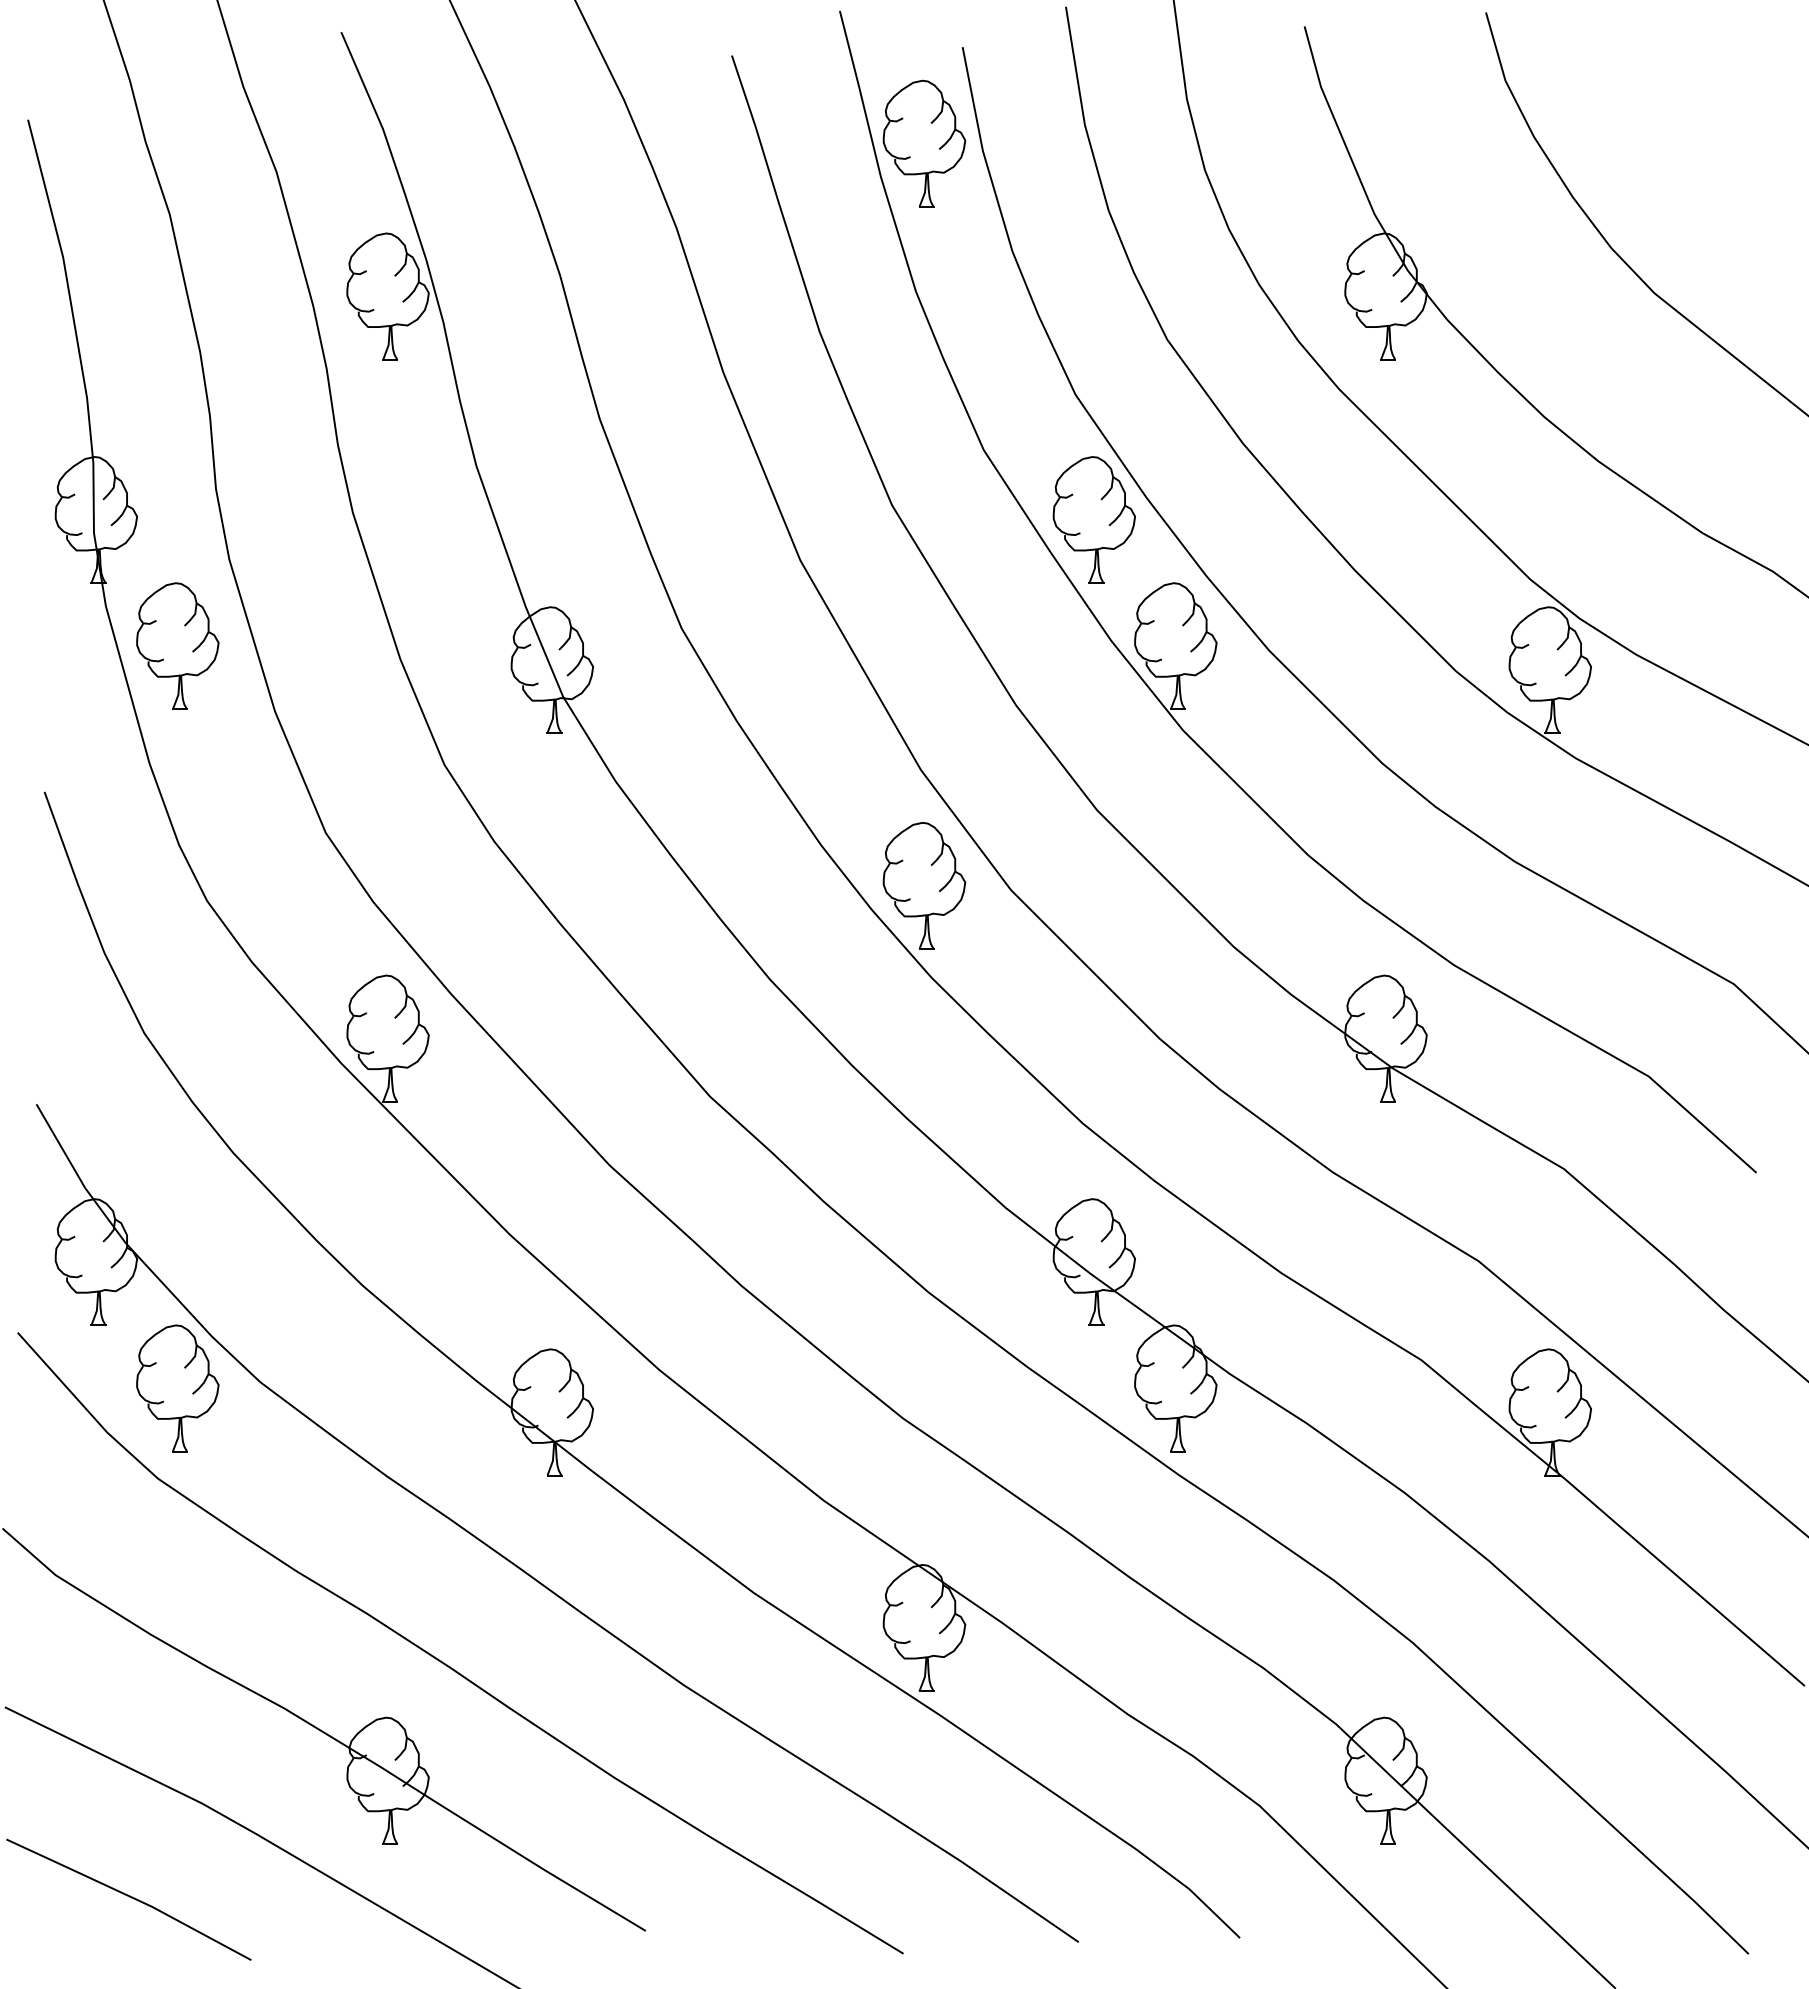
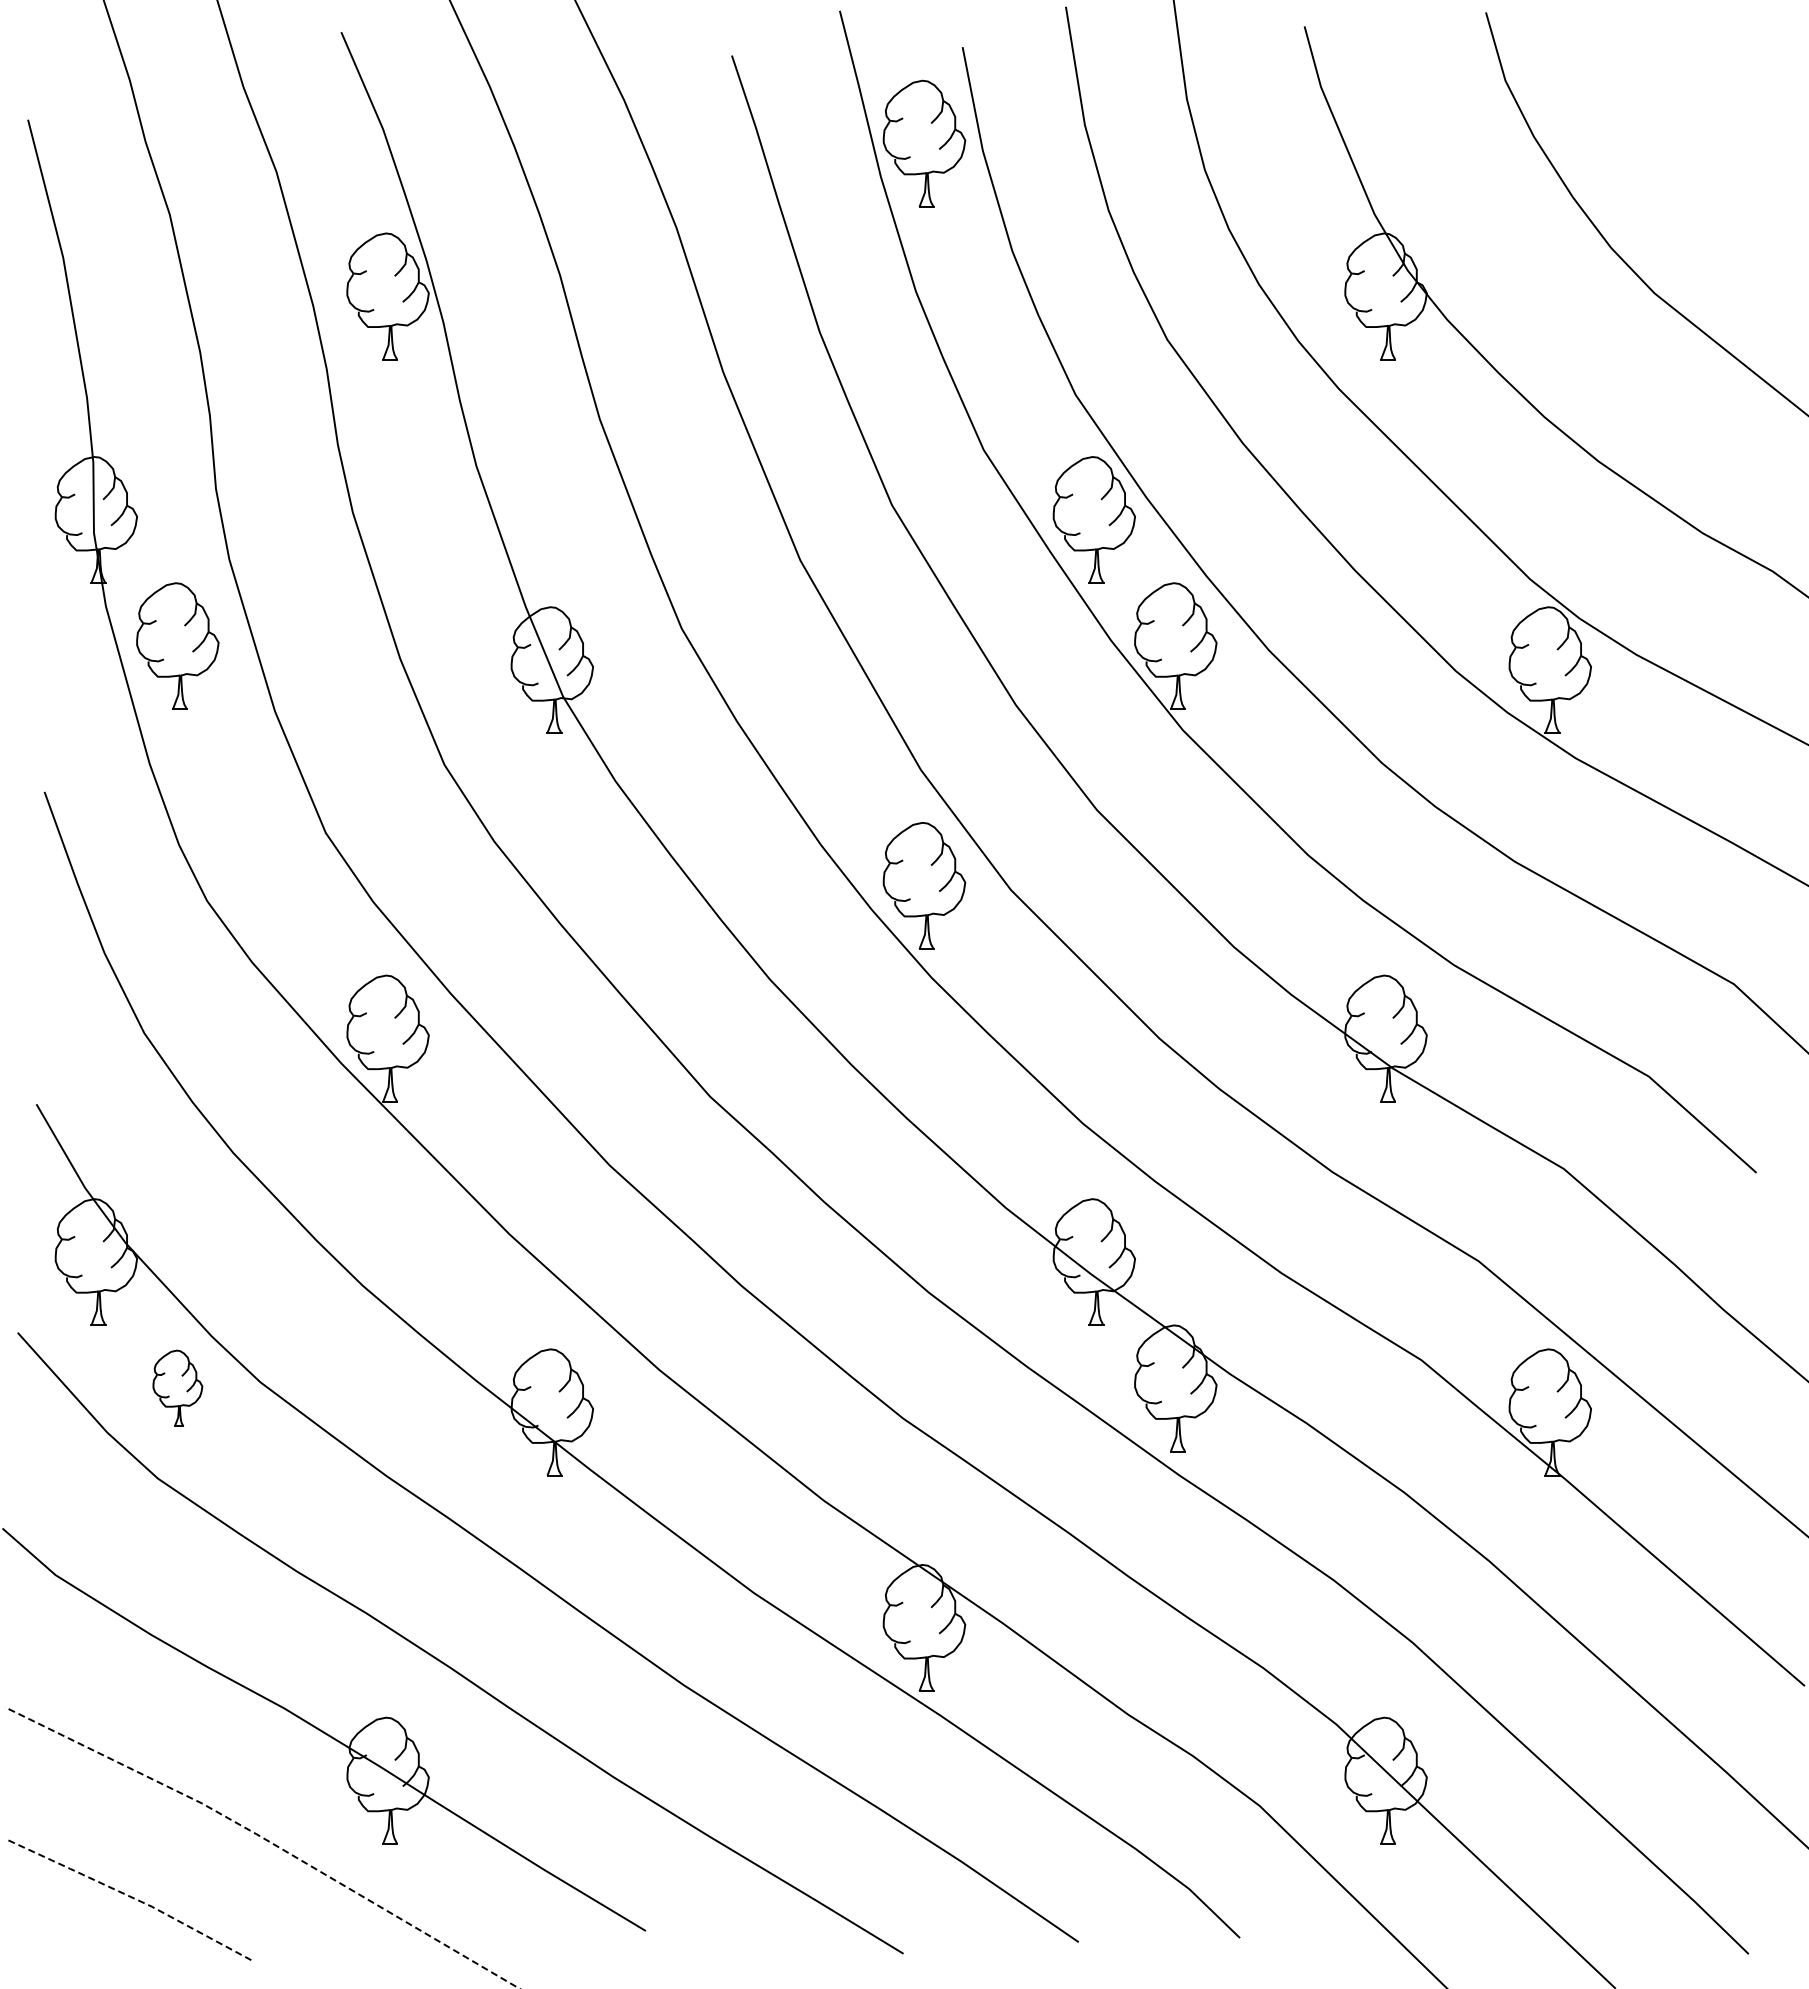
part at (177, 1388) size: 84x129 px -> 52x78 px
line at (265, 1839): solid -> dashed
line at (130, 1896): solid -> dashed
